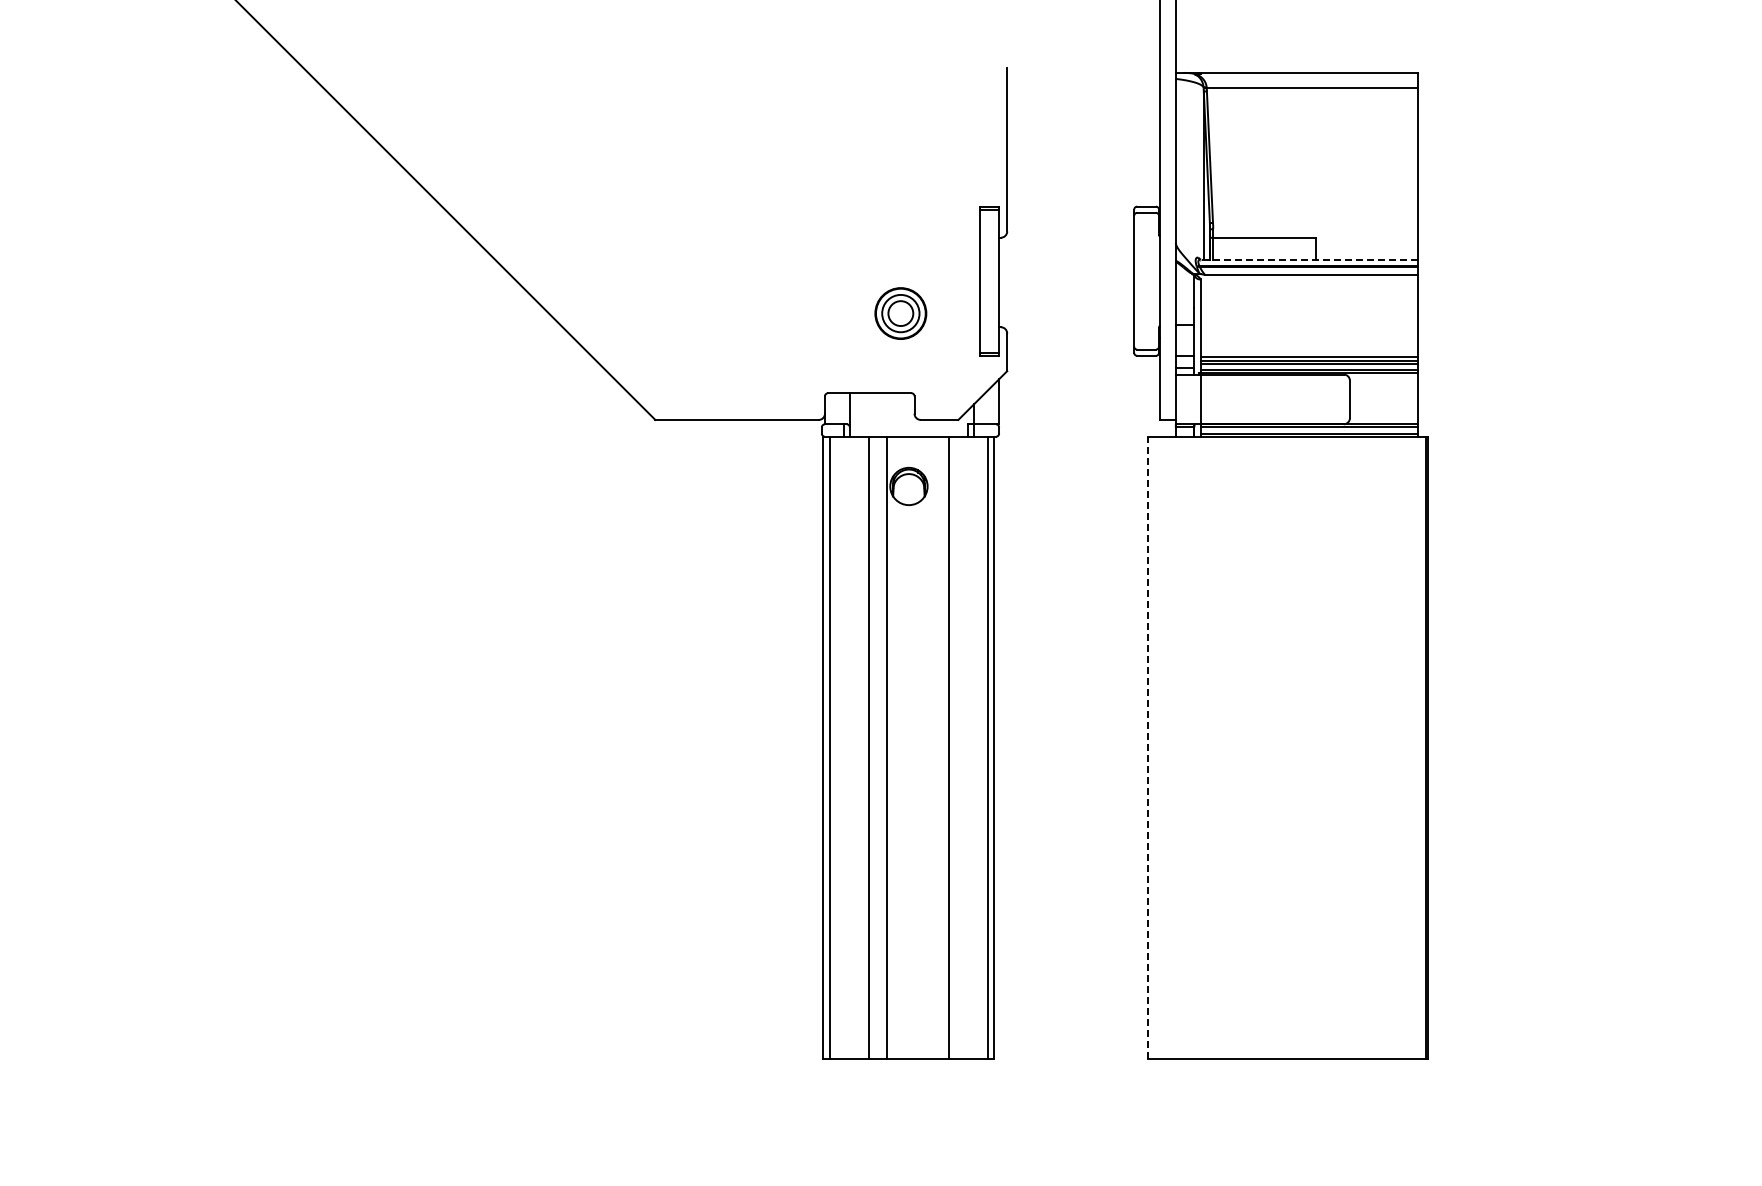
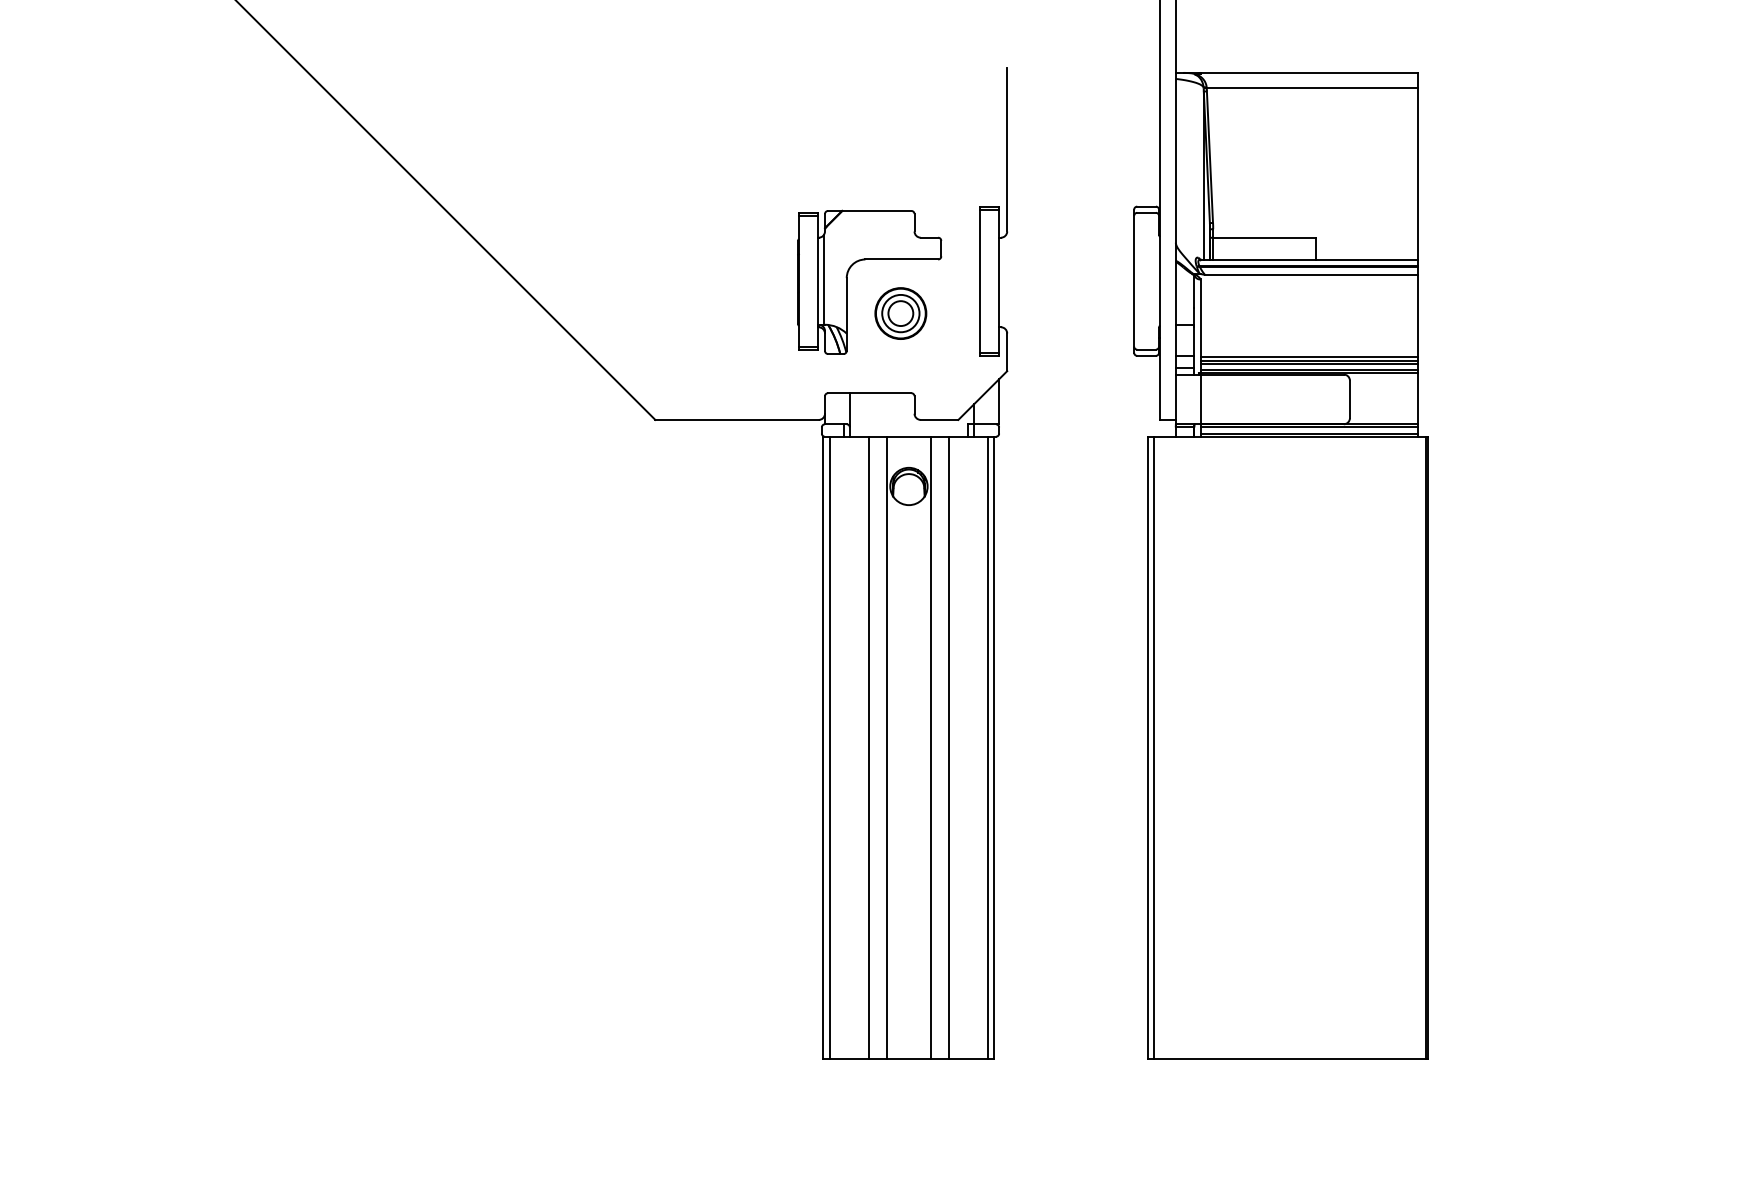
line at (1308, 259): dashed -> solid
part at (865, 260): none -> present
line at (930, 747): none -> present
line at (1147, 747): dashed -> solid
line at (1154, 747): none -> present
